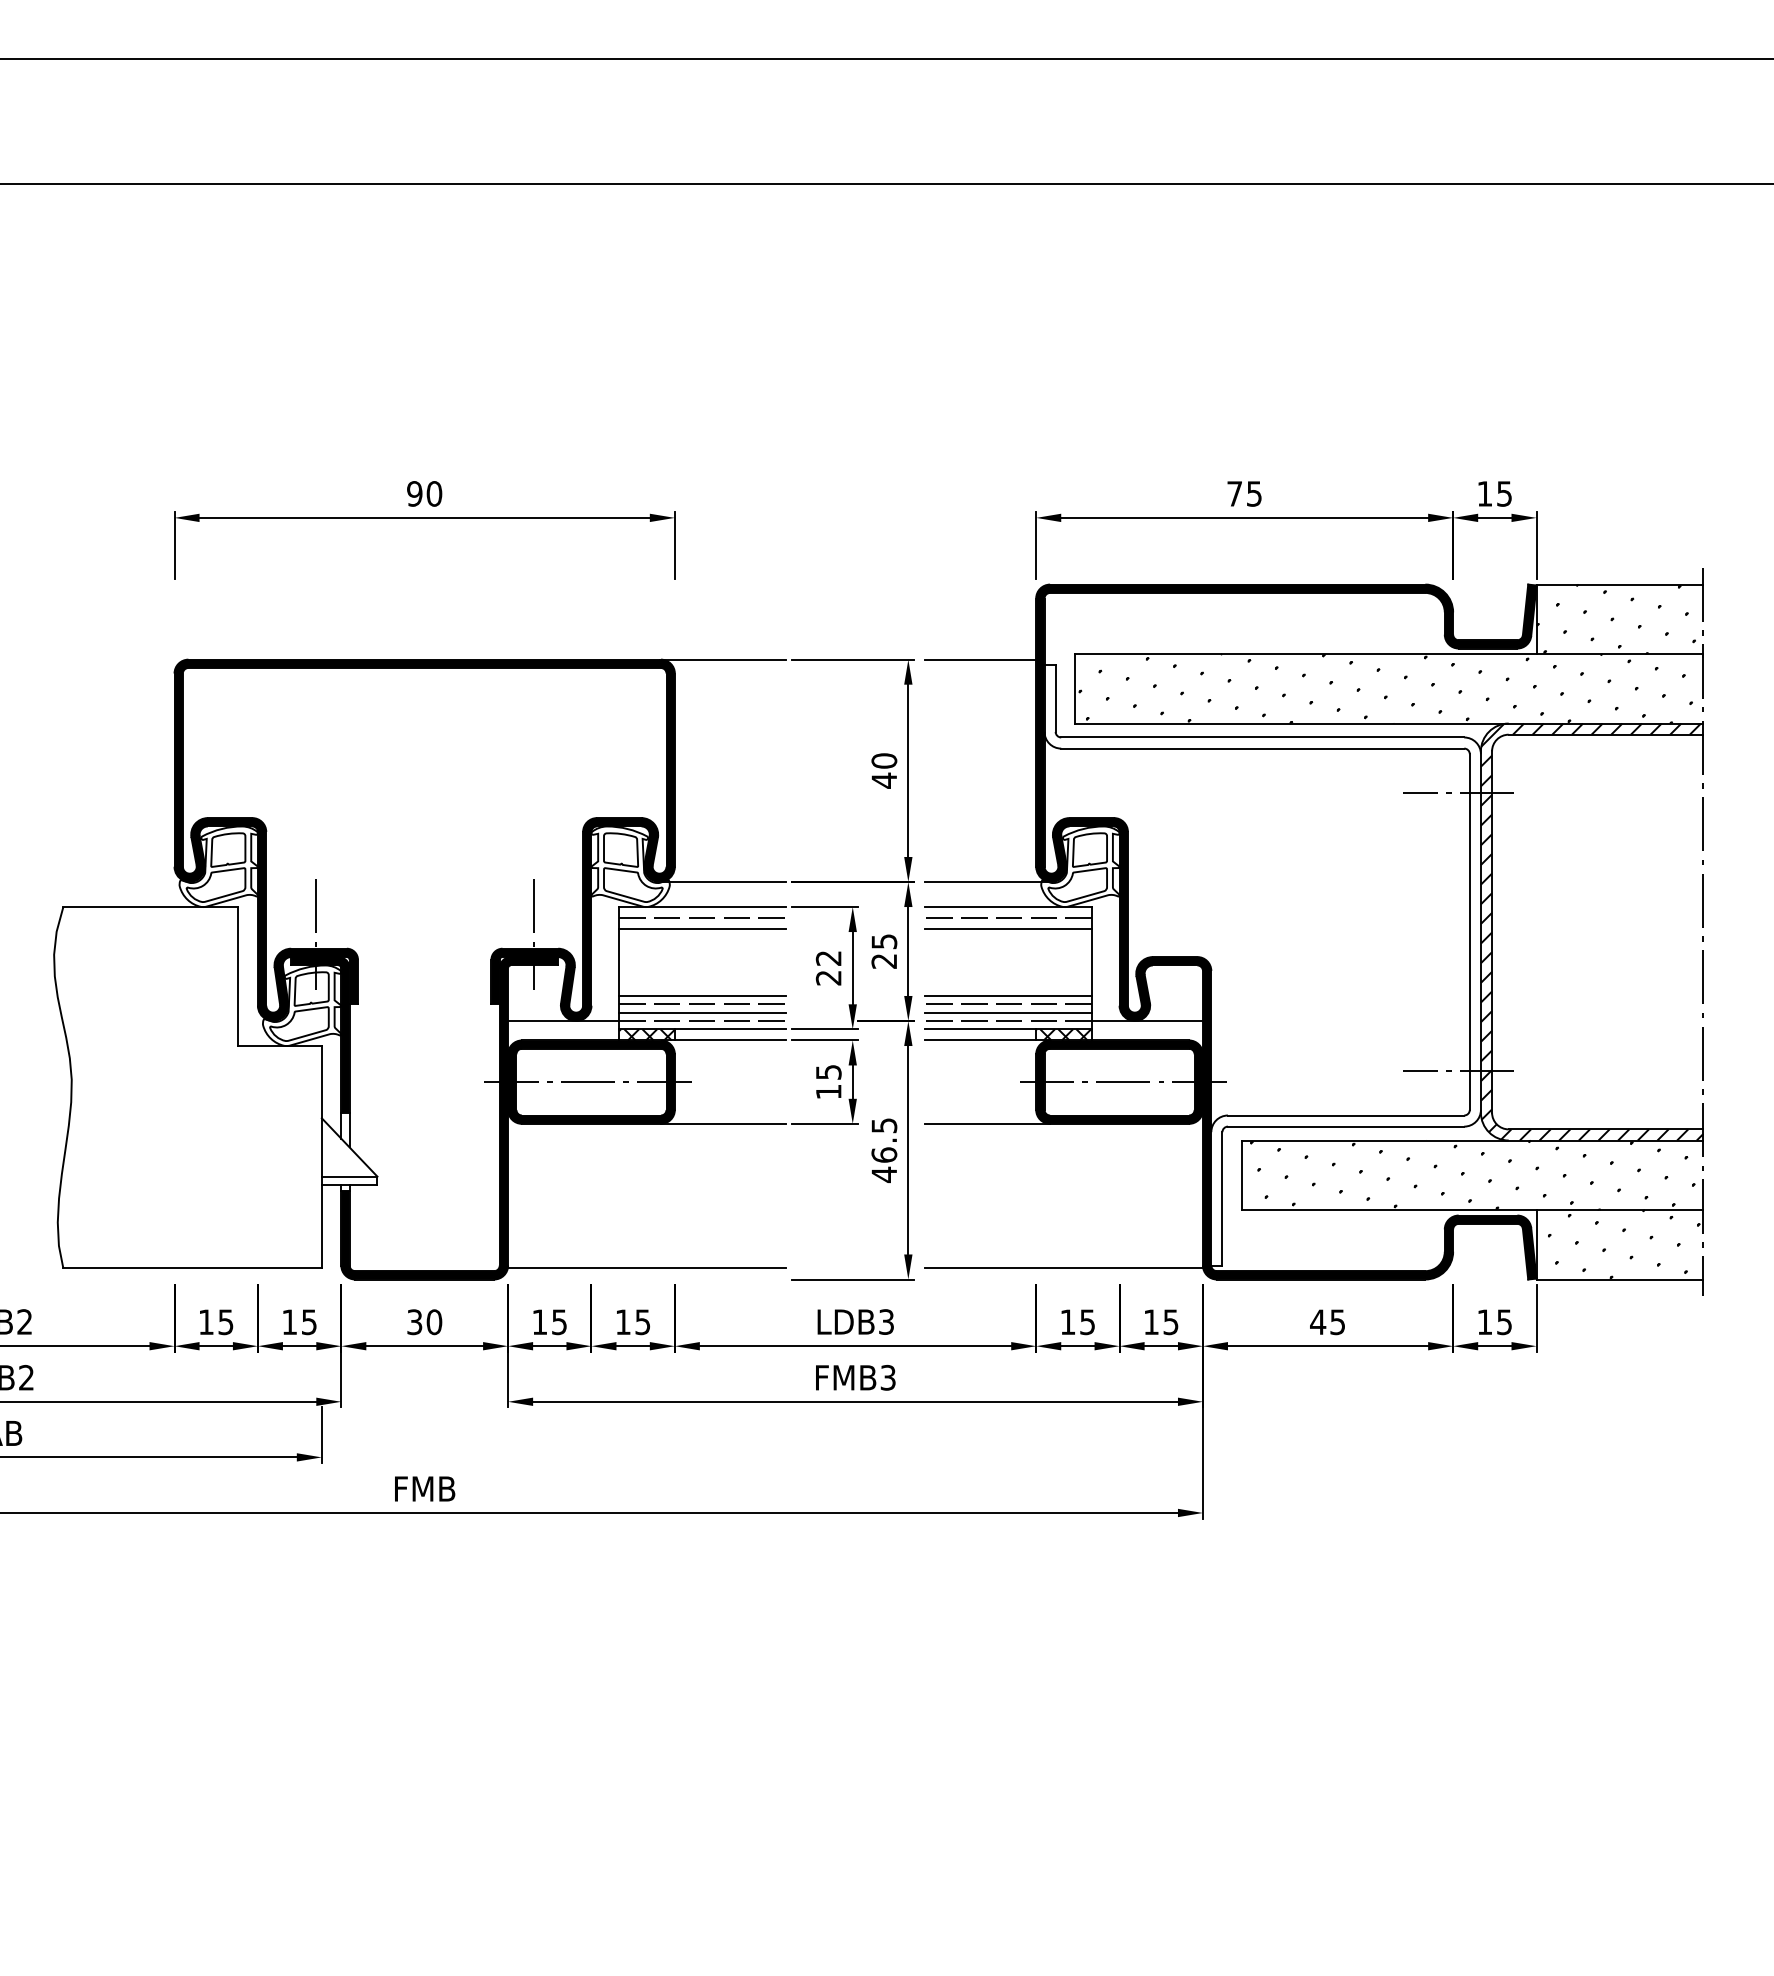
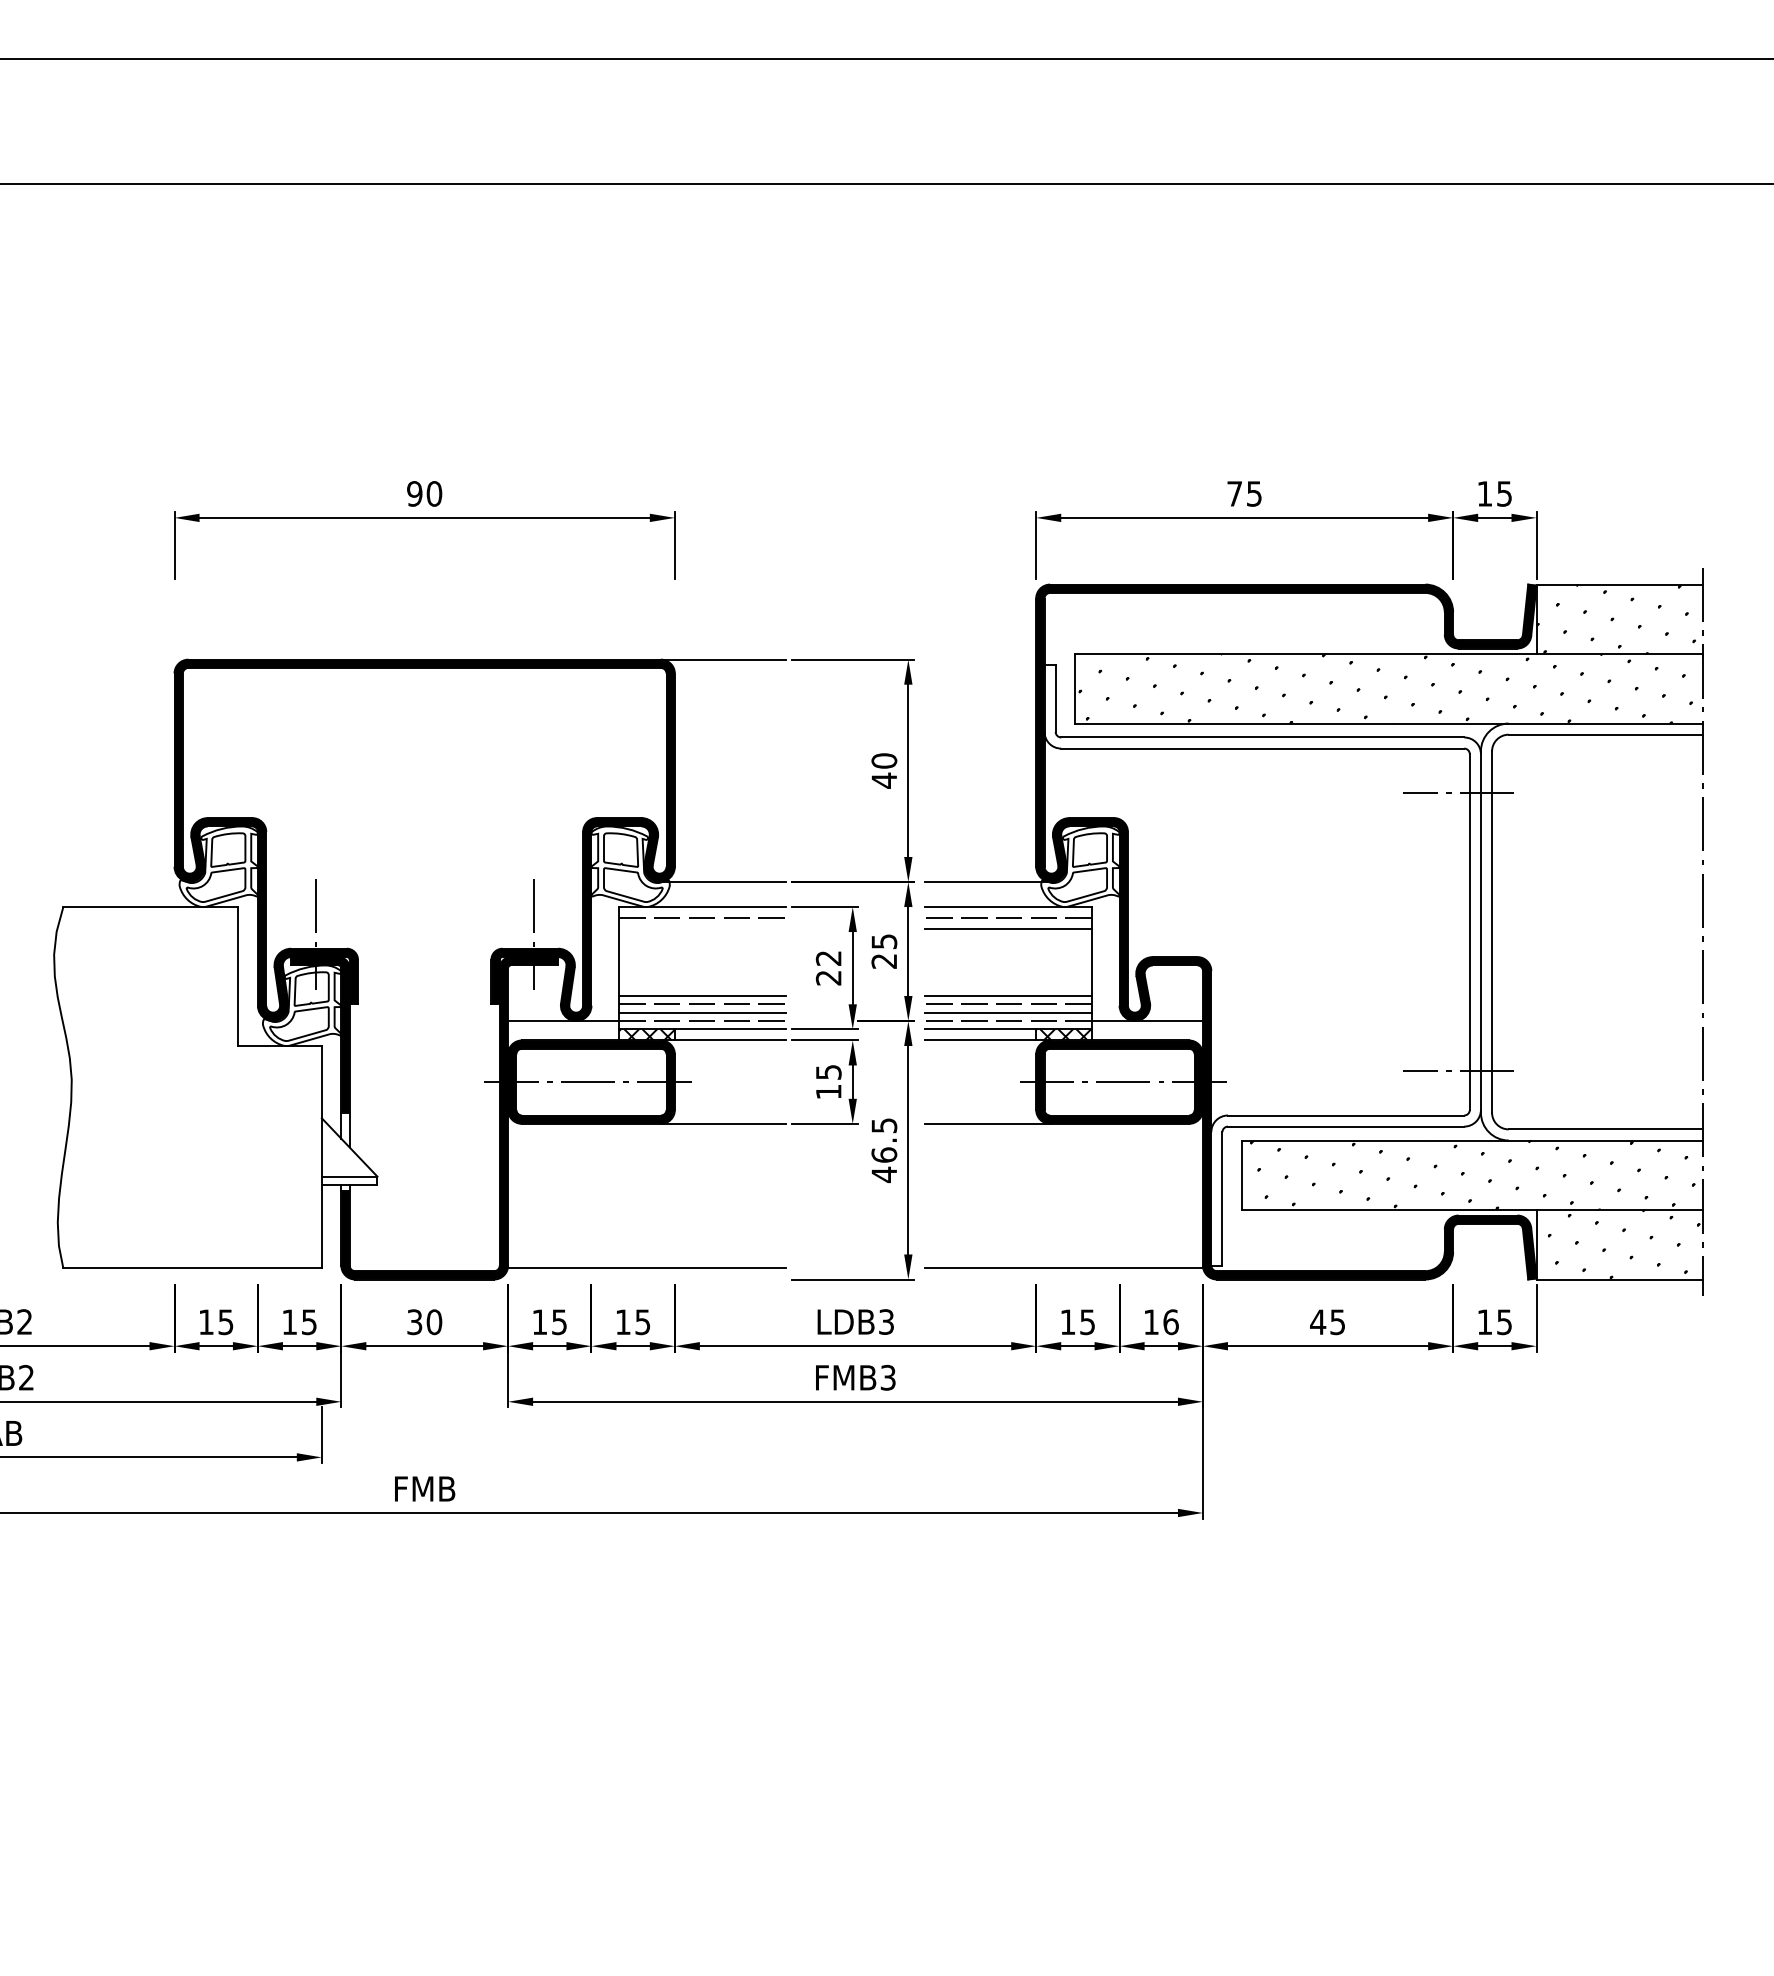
line at (980, 659): present -> none
line at (702, 929): present -> none
hatch at (1591, 931): present -> none
text at (1170, 1322): 15 -> 16
